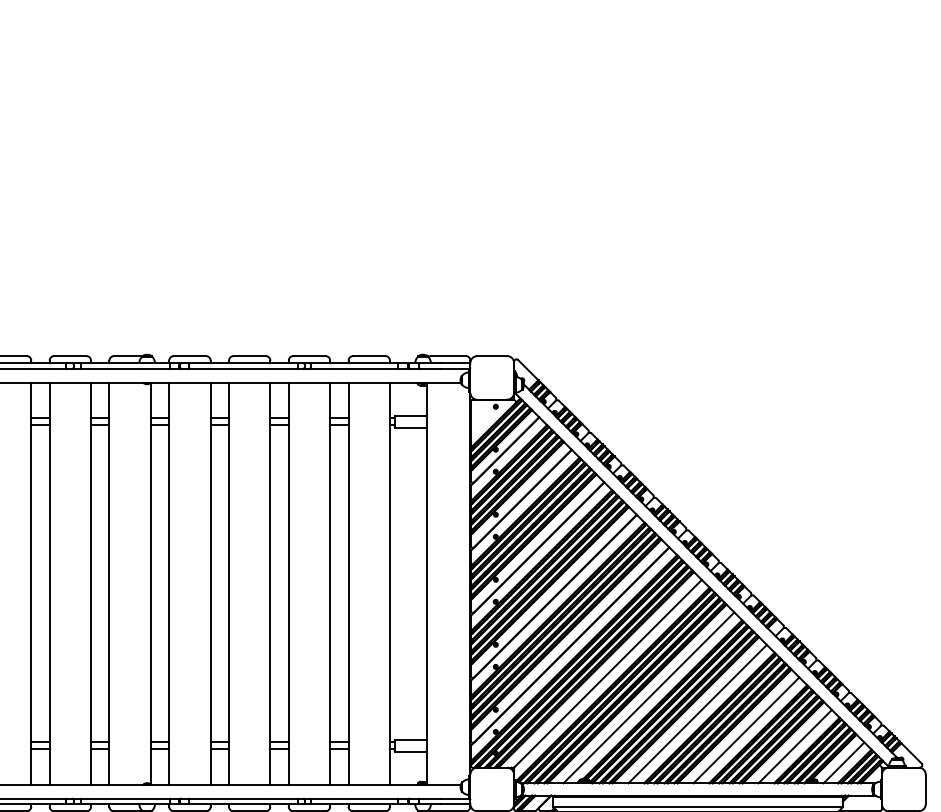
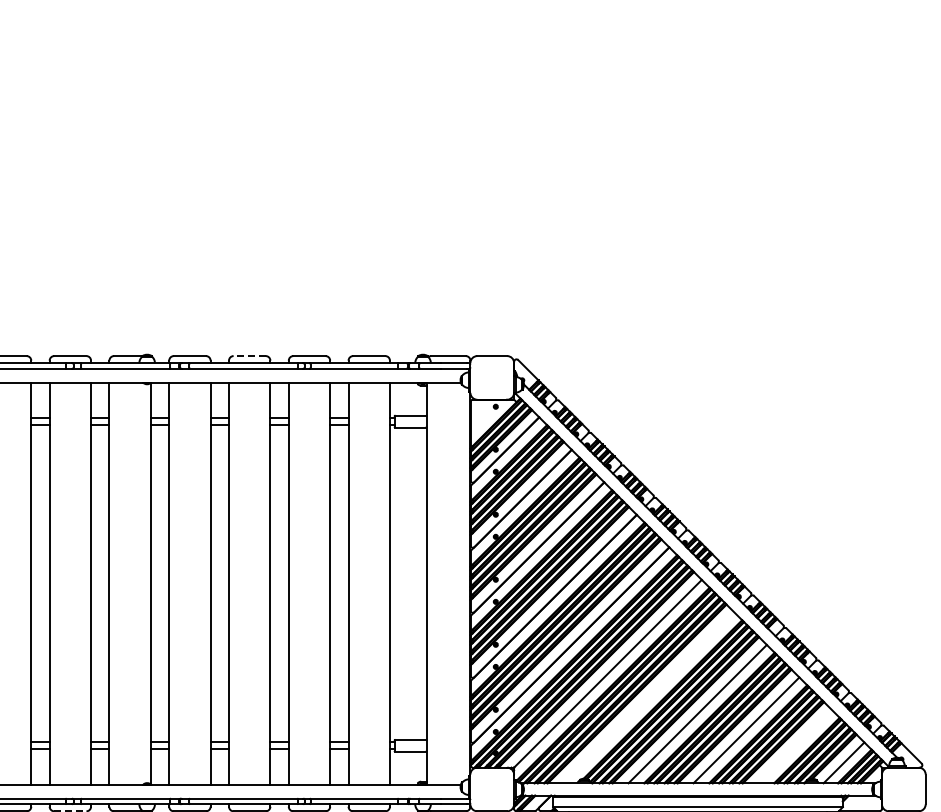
line at (249, 356): solid -> dashed
line at (648, 697): present -> none
line at (794, 746): present -> none
line at (70, 811): solid -> dashed
